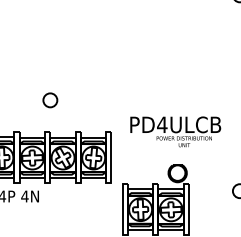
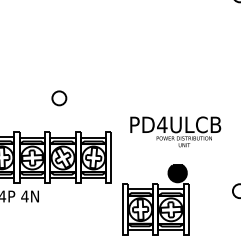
circle at (50, 100) position: (50, 100) -> (59, 98)
fill at (177, 172): none -> present
